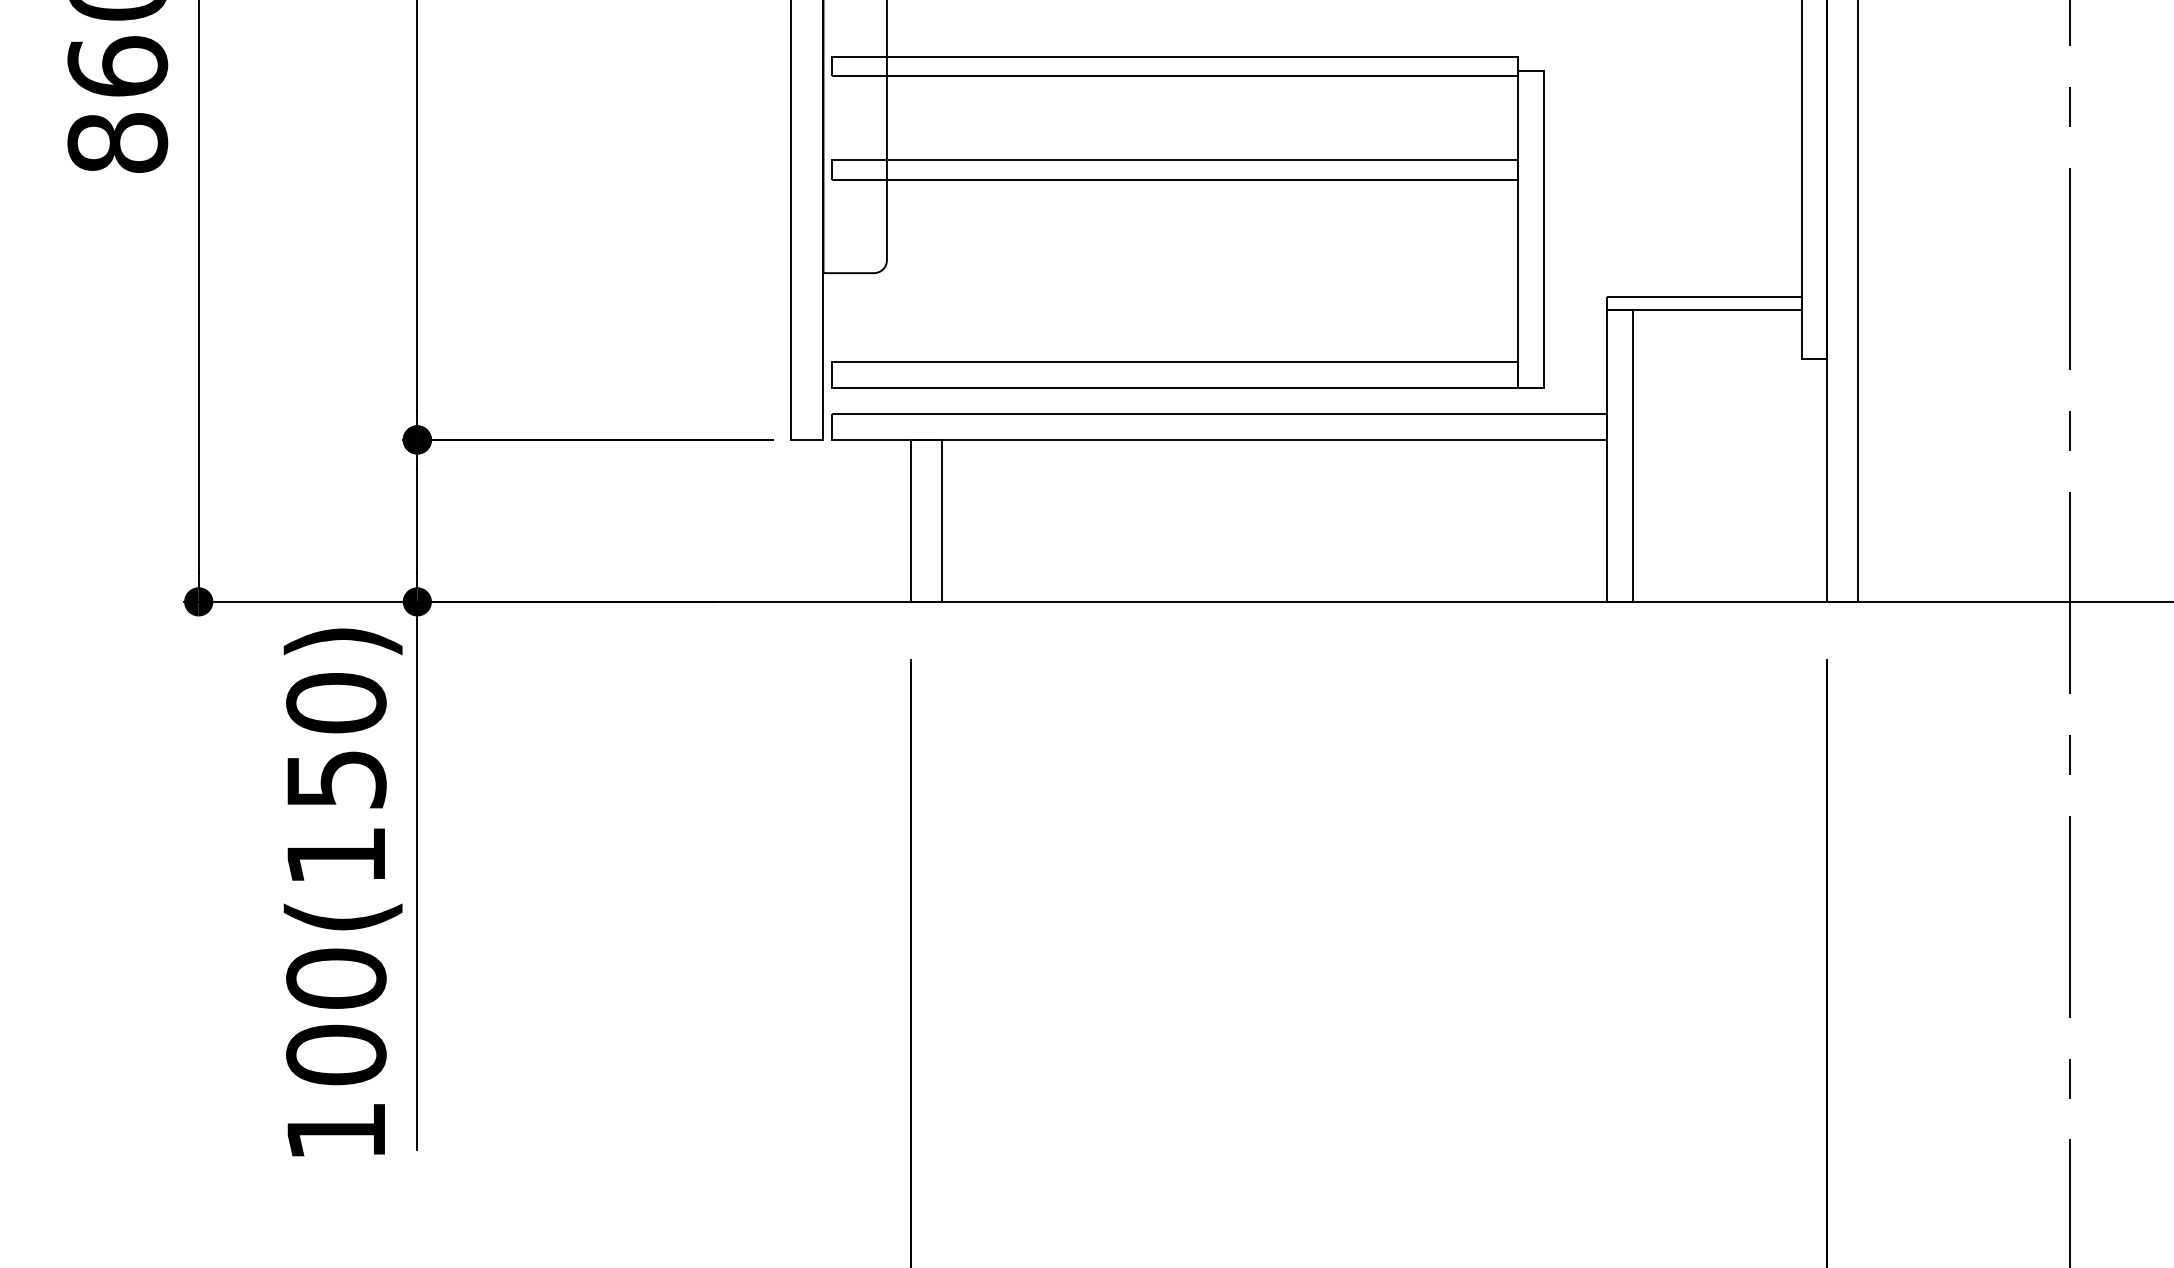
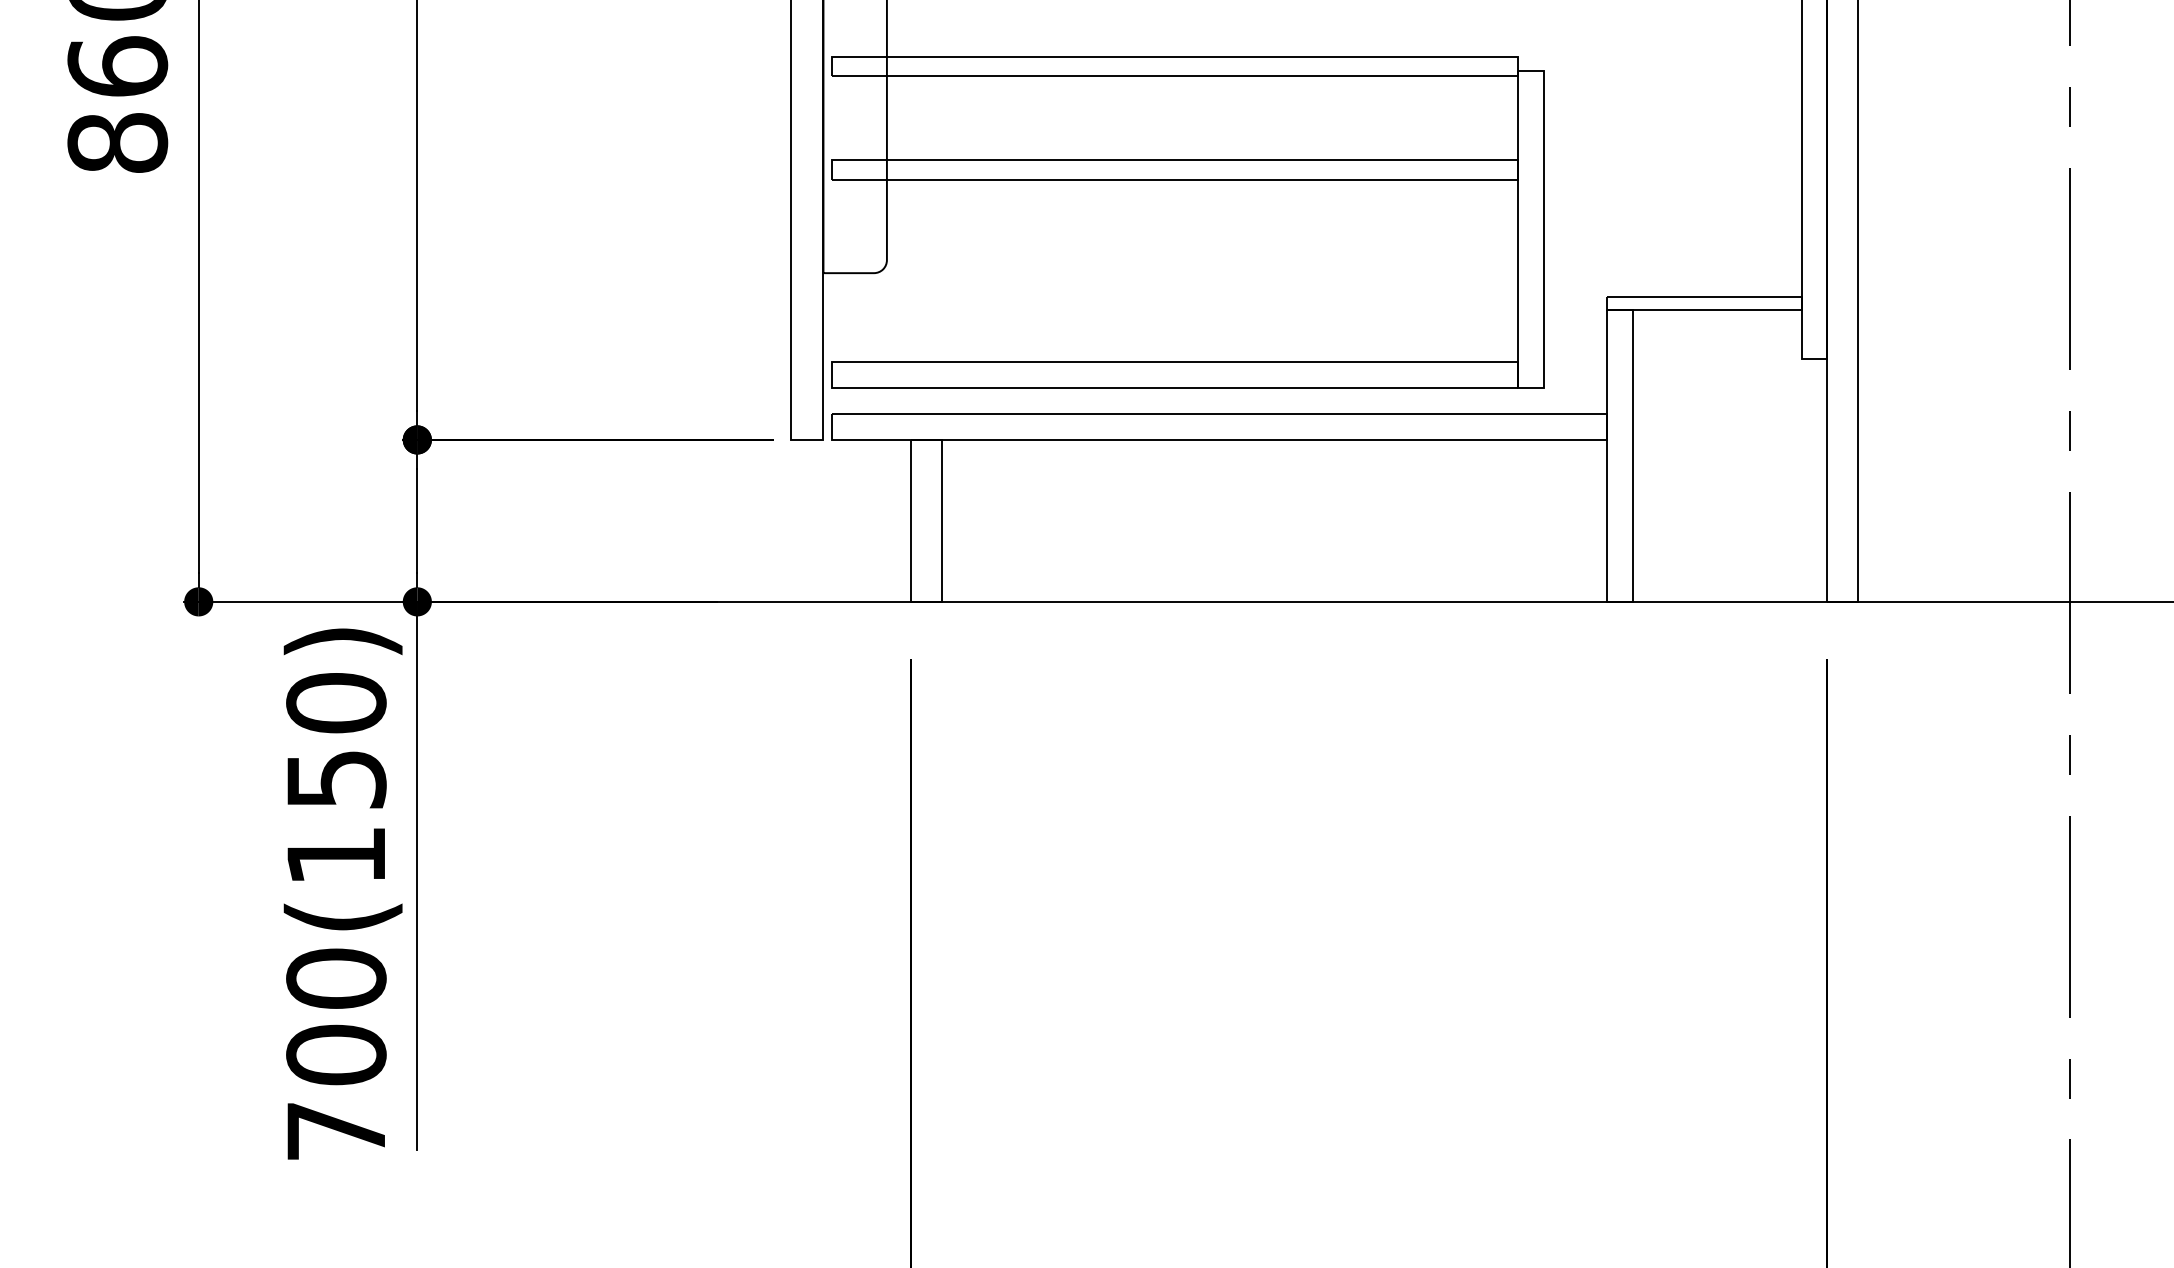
text at (335, 1131): 100(150) -> 700(150)
